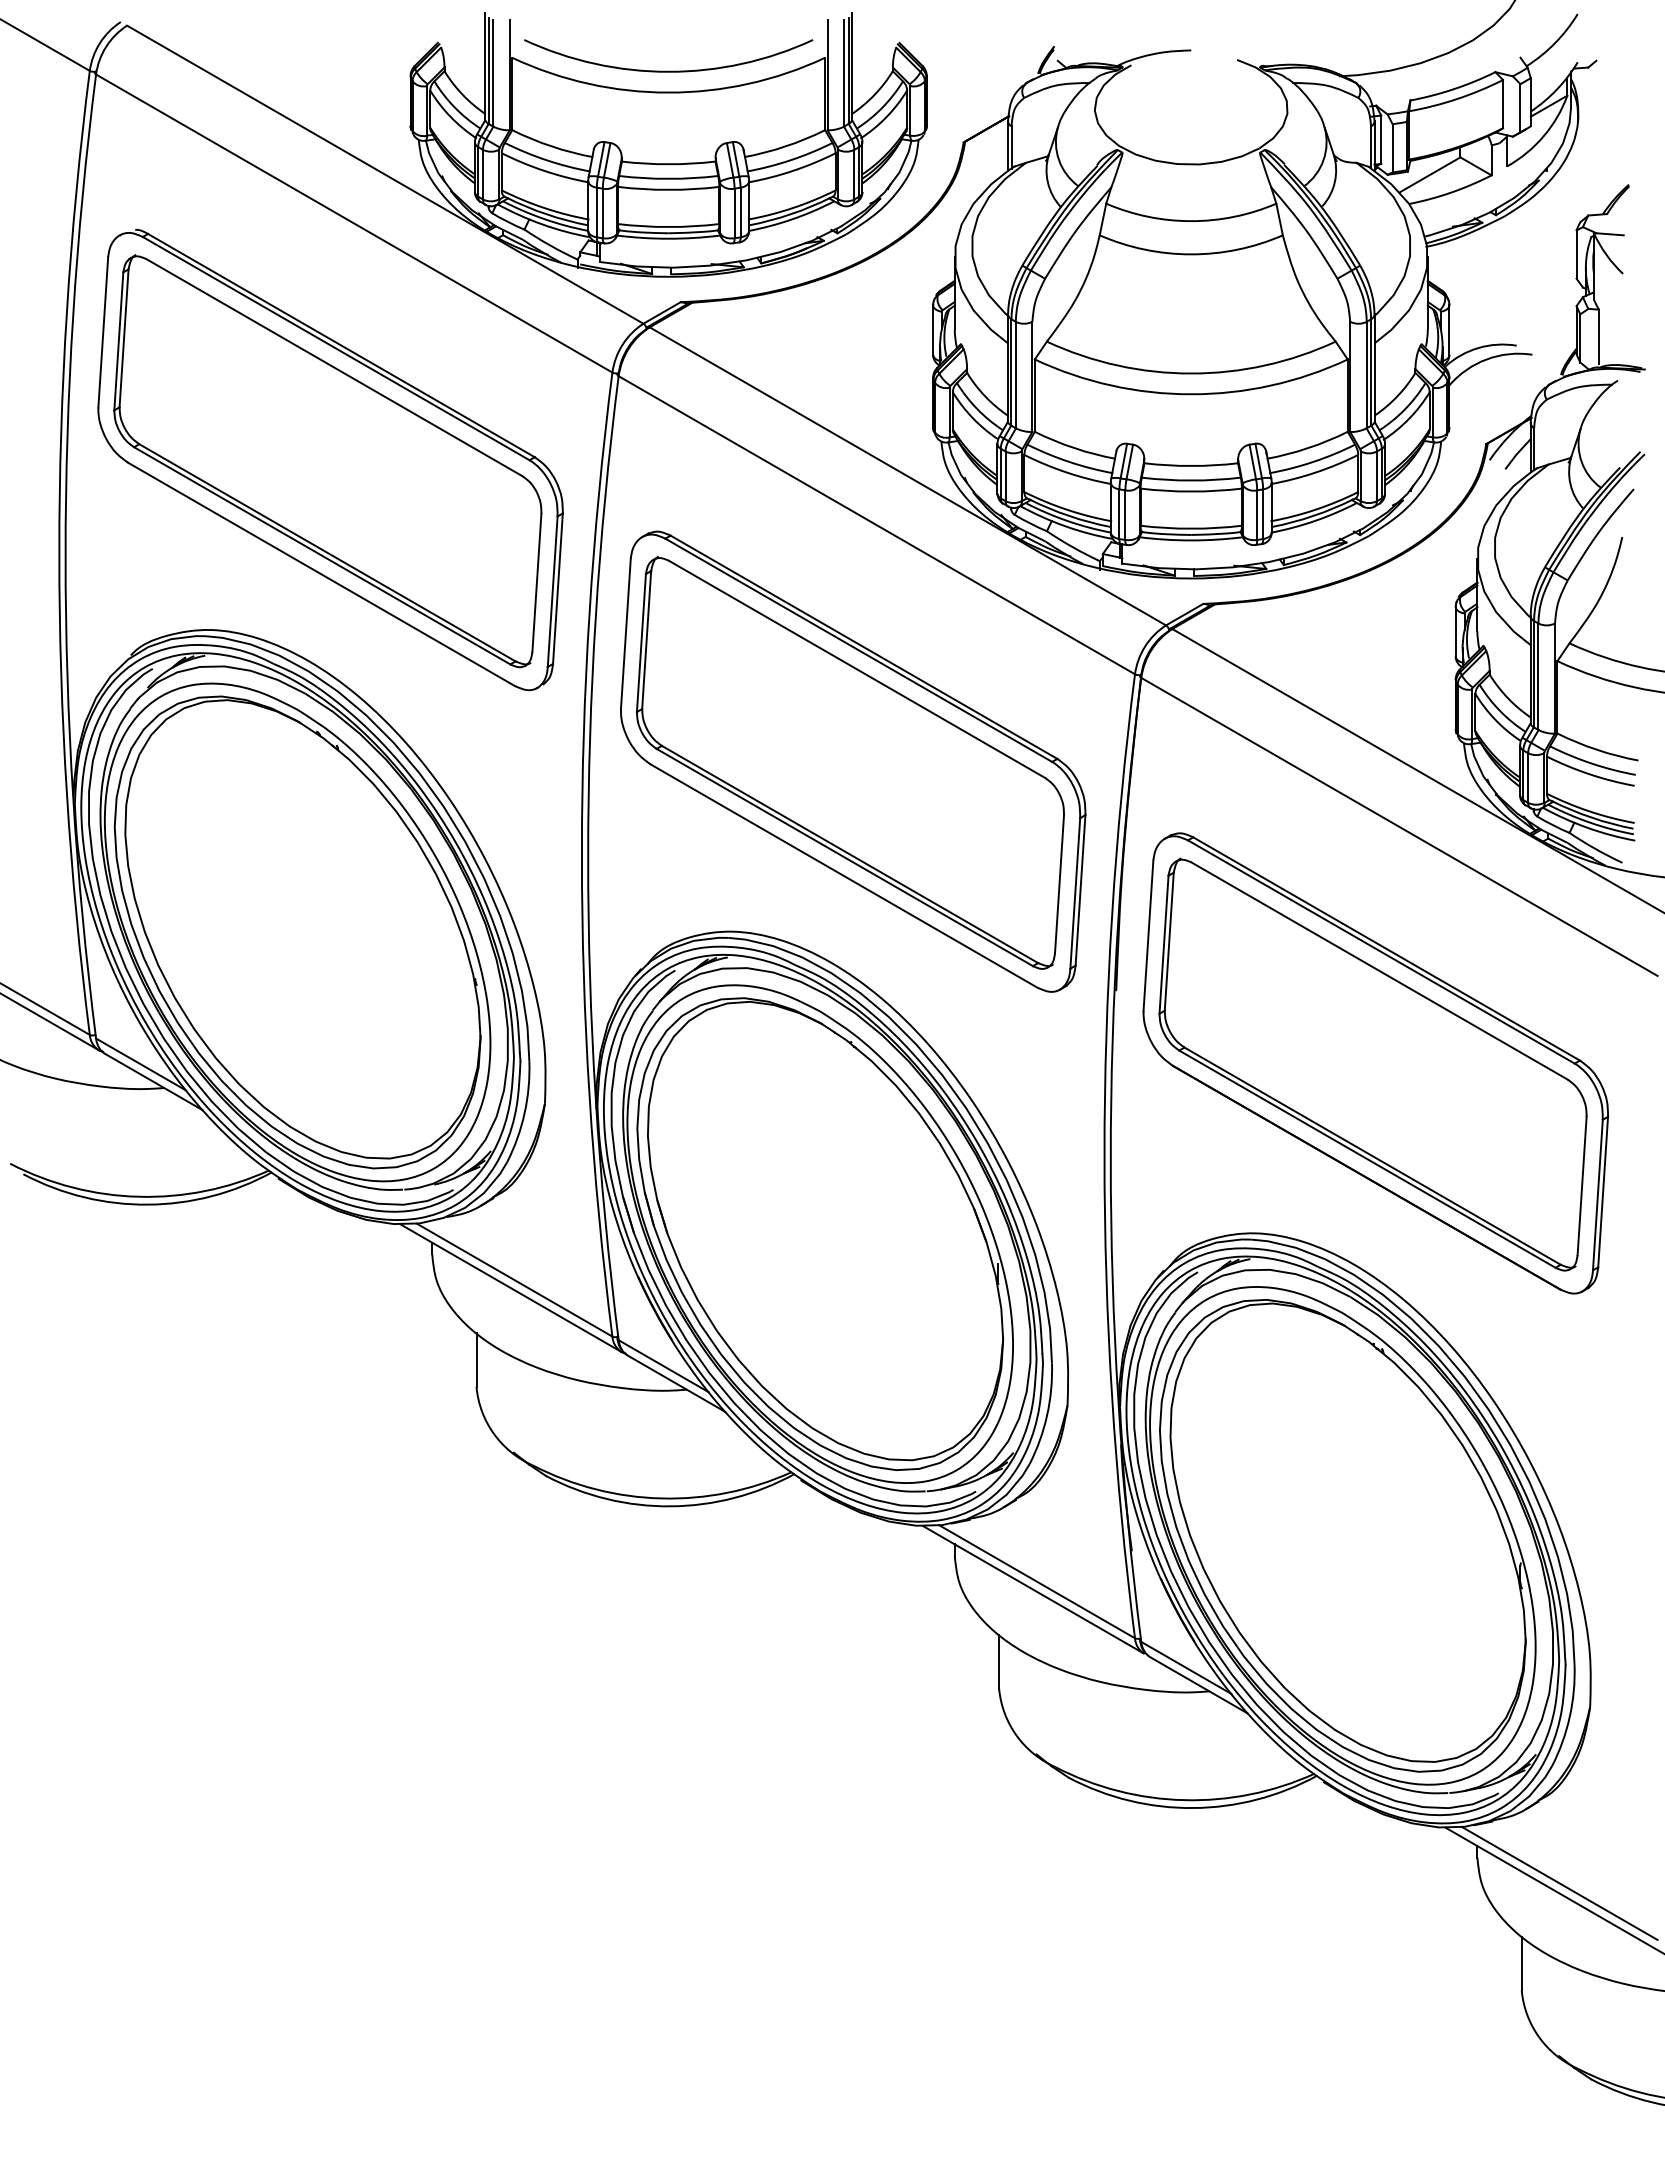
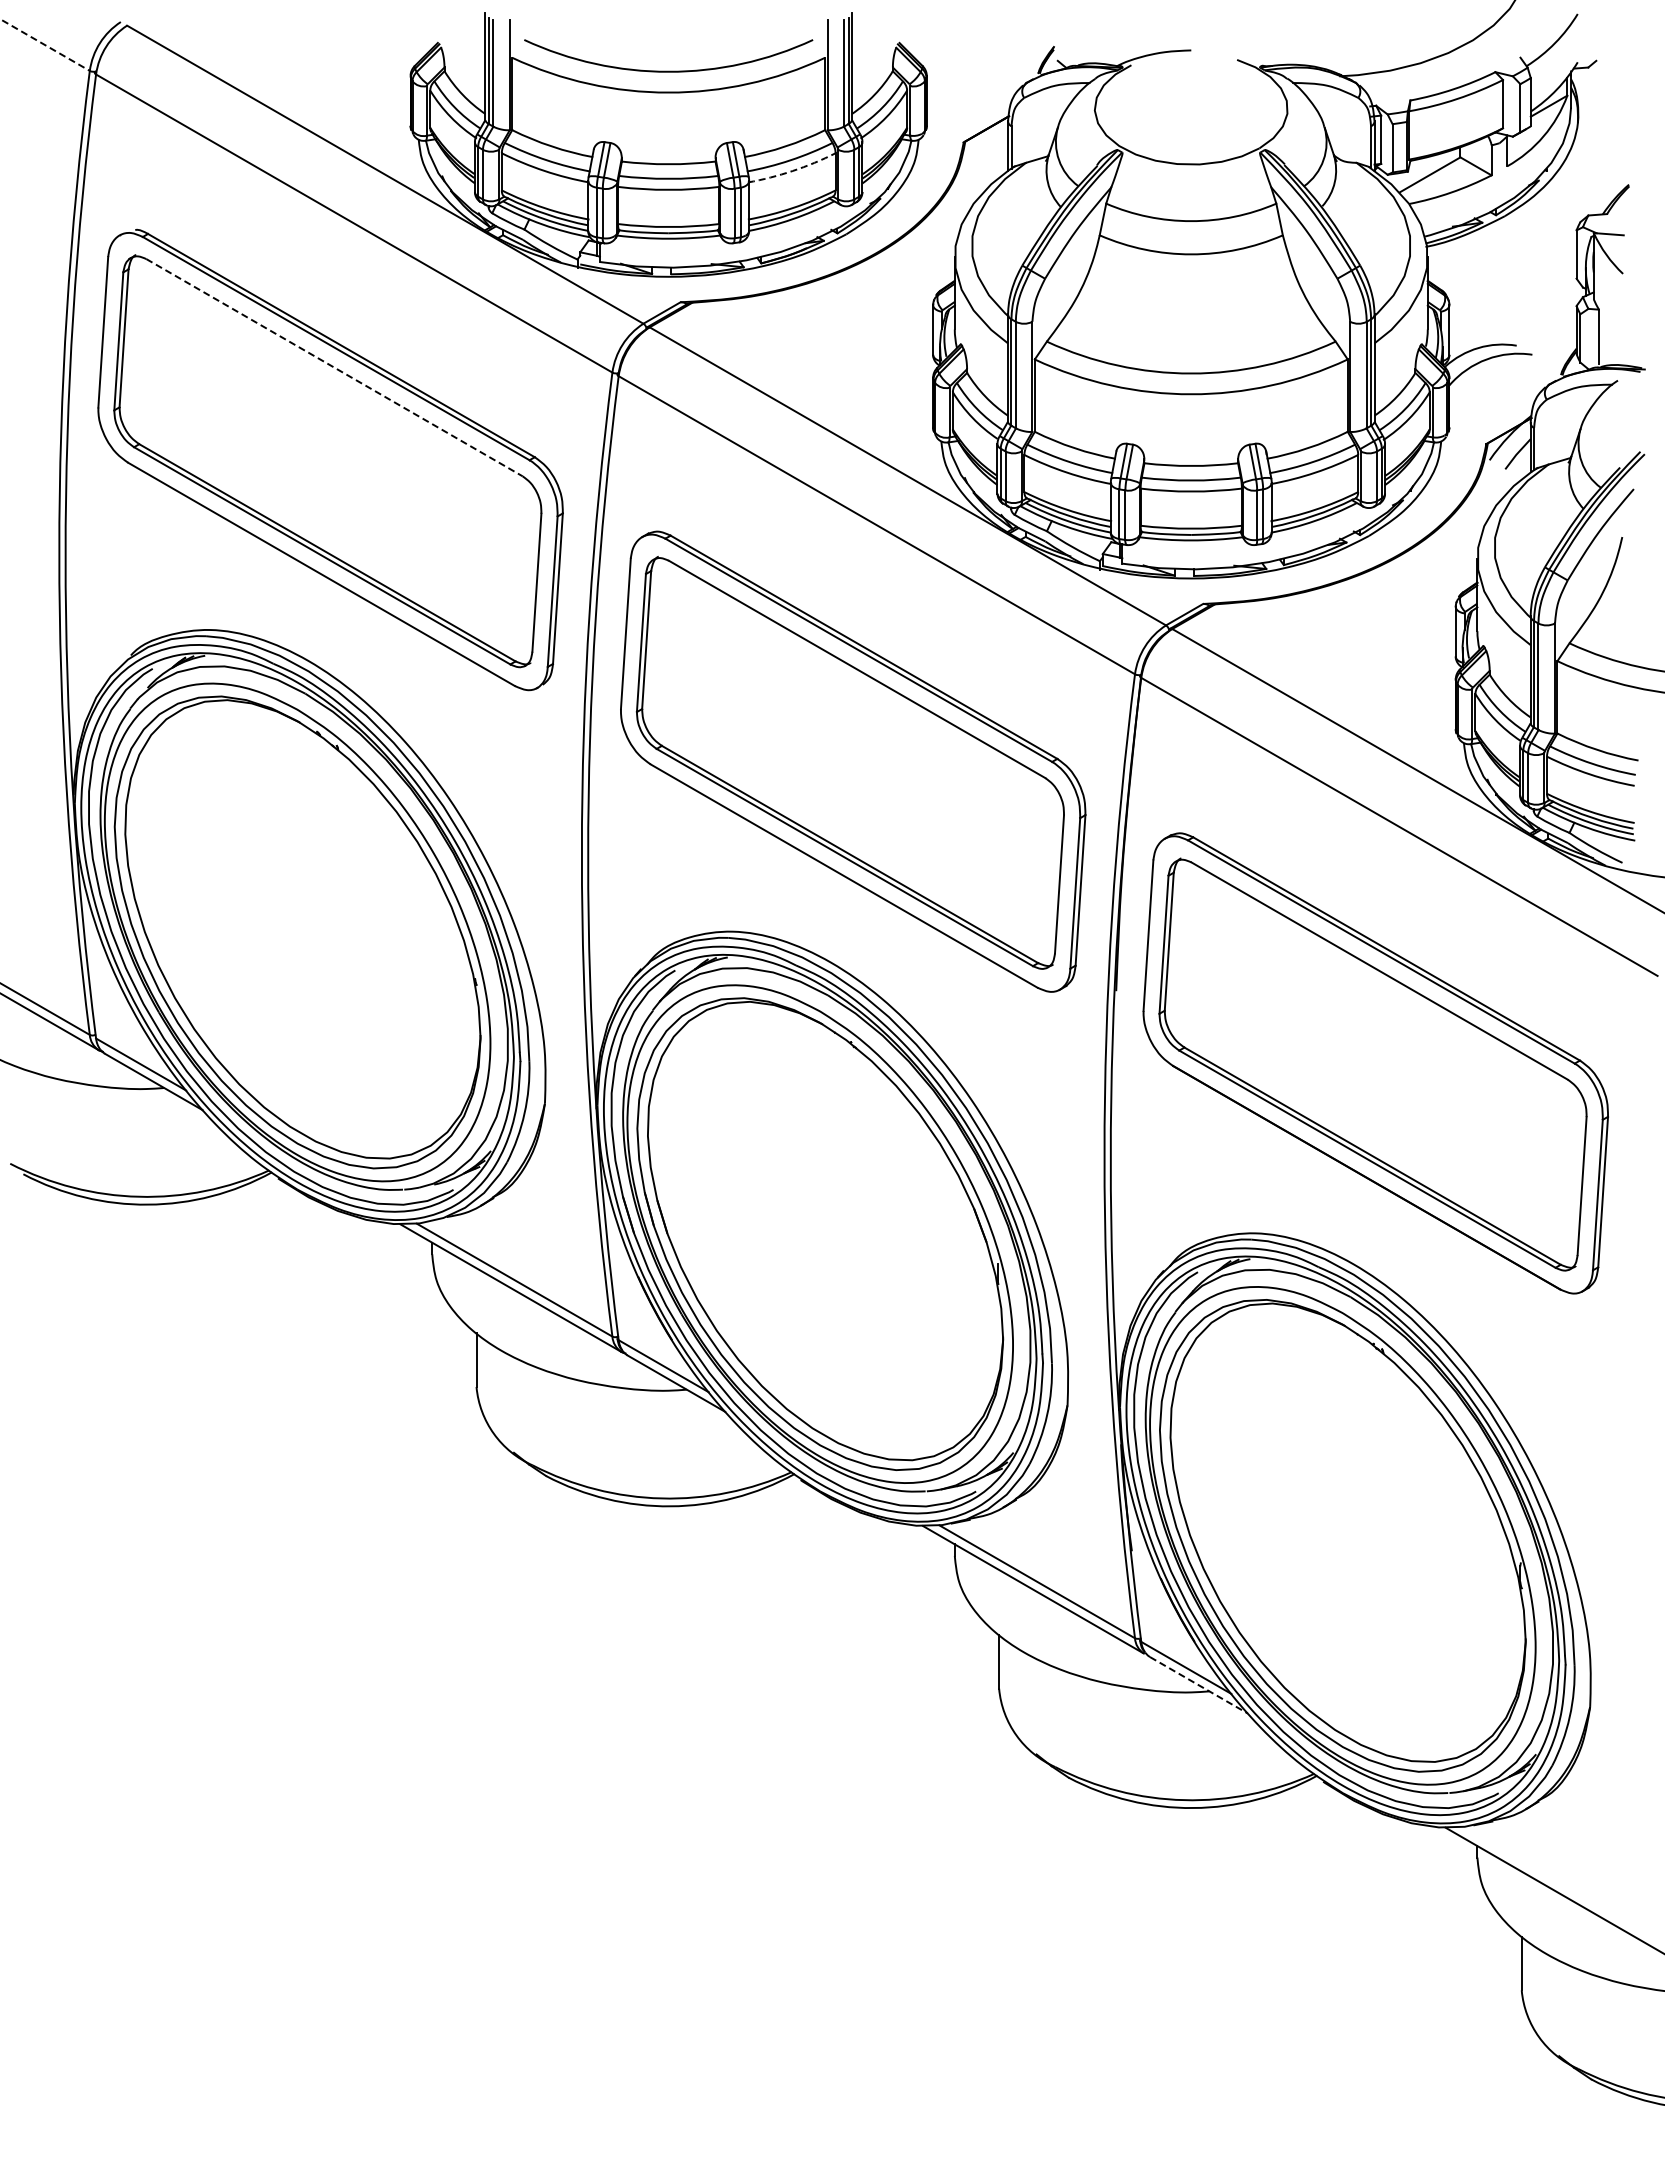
line at (45, 45): solid -> dashed
arc at (792, 170): solid -> dashed
line at (334, 367): solid -> dashed
line at (1199, 1685): solid -> dashed
line at (1559, 1883): present -> none
